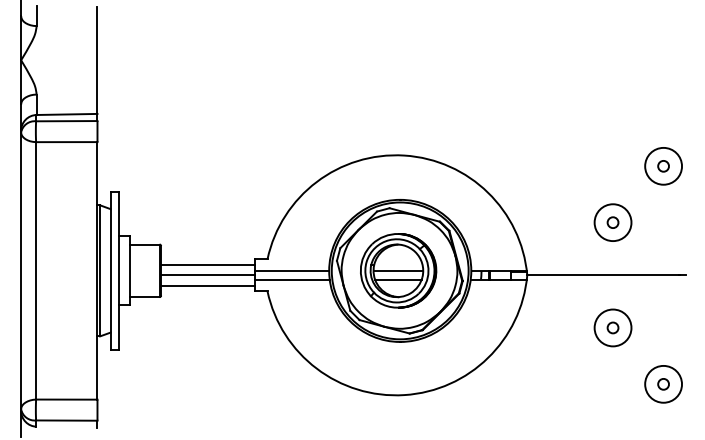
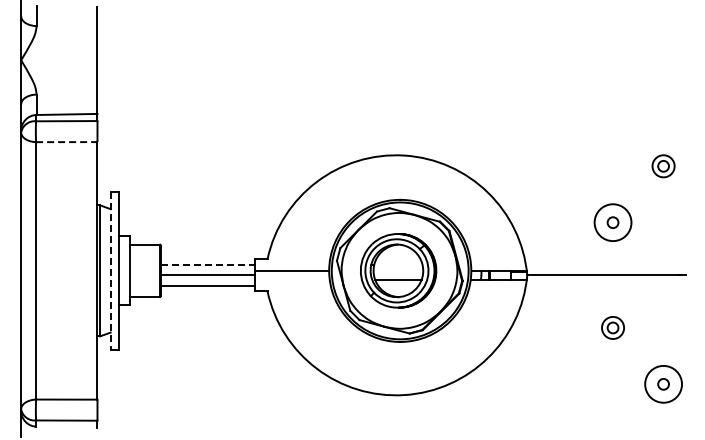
line at (66, 142): solid -> dashed
circle at (663, 165) diameter: 37 px -> 22 px
line at (207, 264): solid -> dashed
line at (110, 270): solid -> dashed
line at (398, 271): present -> none
line at (291, 279): present -> none
circle at (612, 327) diameter: 37 px -> 22 px
